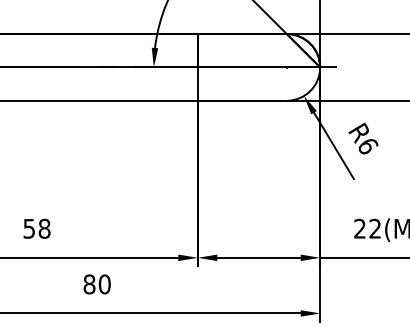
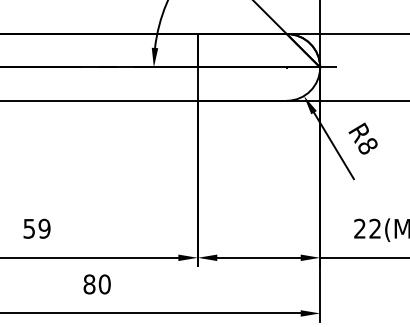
text at (368, 146): R6 -> R8
text at (44, 228): 58 -> 59
